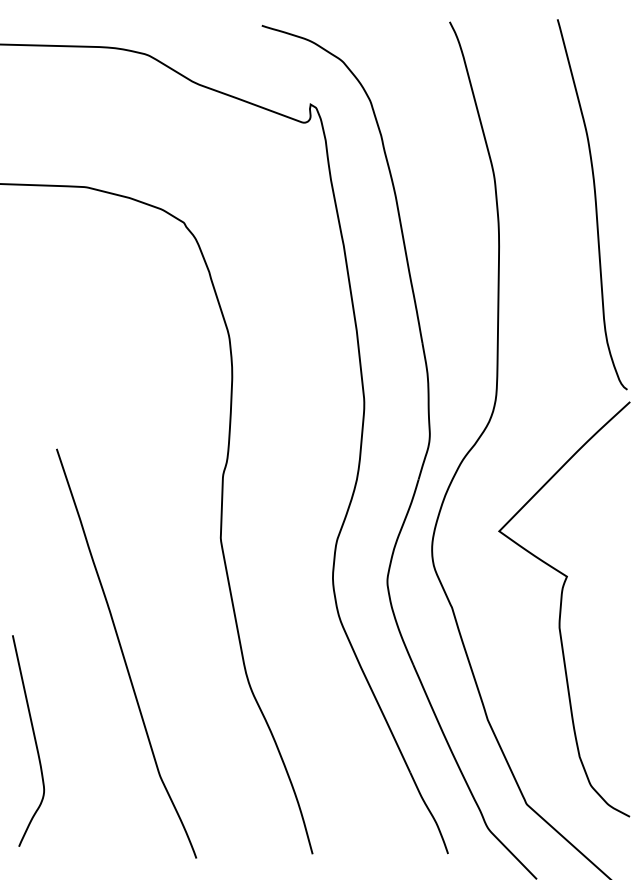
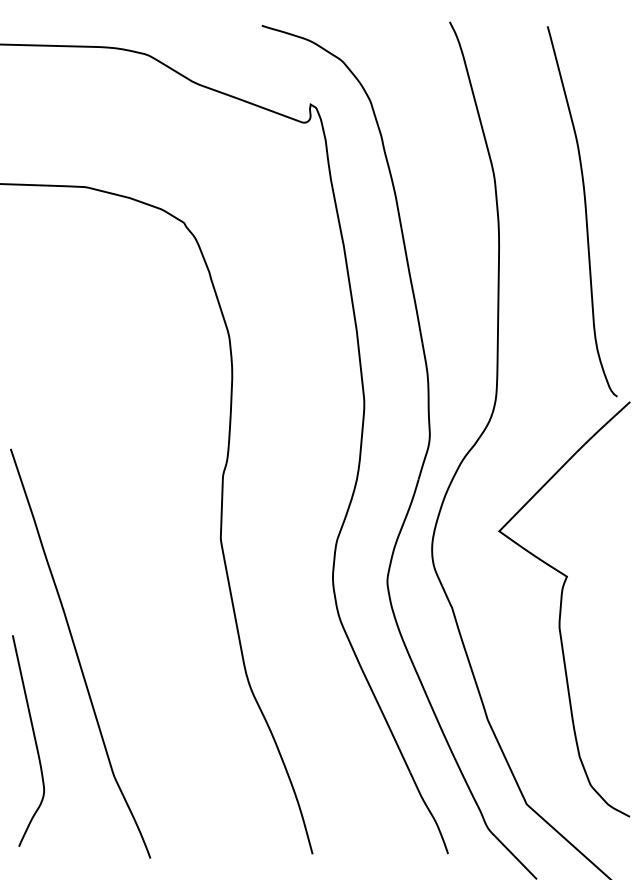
curve at (595, 204) position: (595, 204) -> (585, 211)
curve at (124, 655) position: (124, 655) -> (78, 655)
